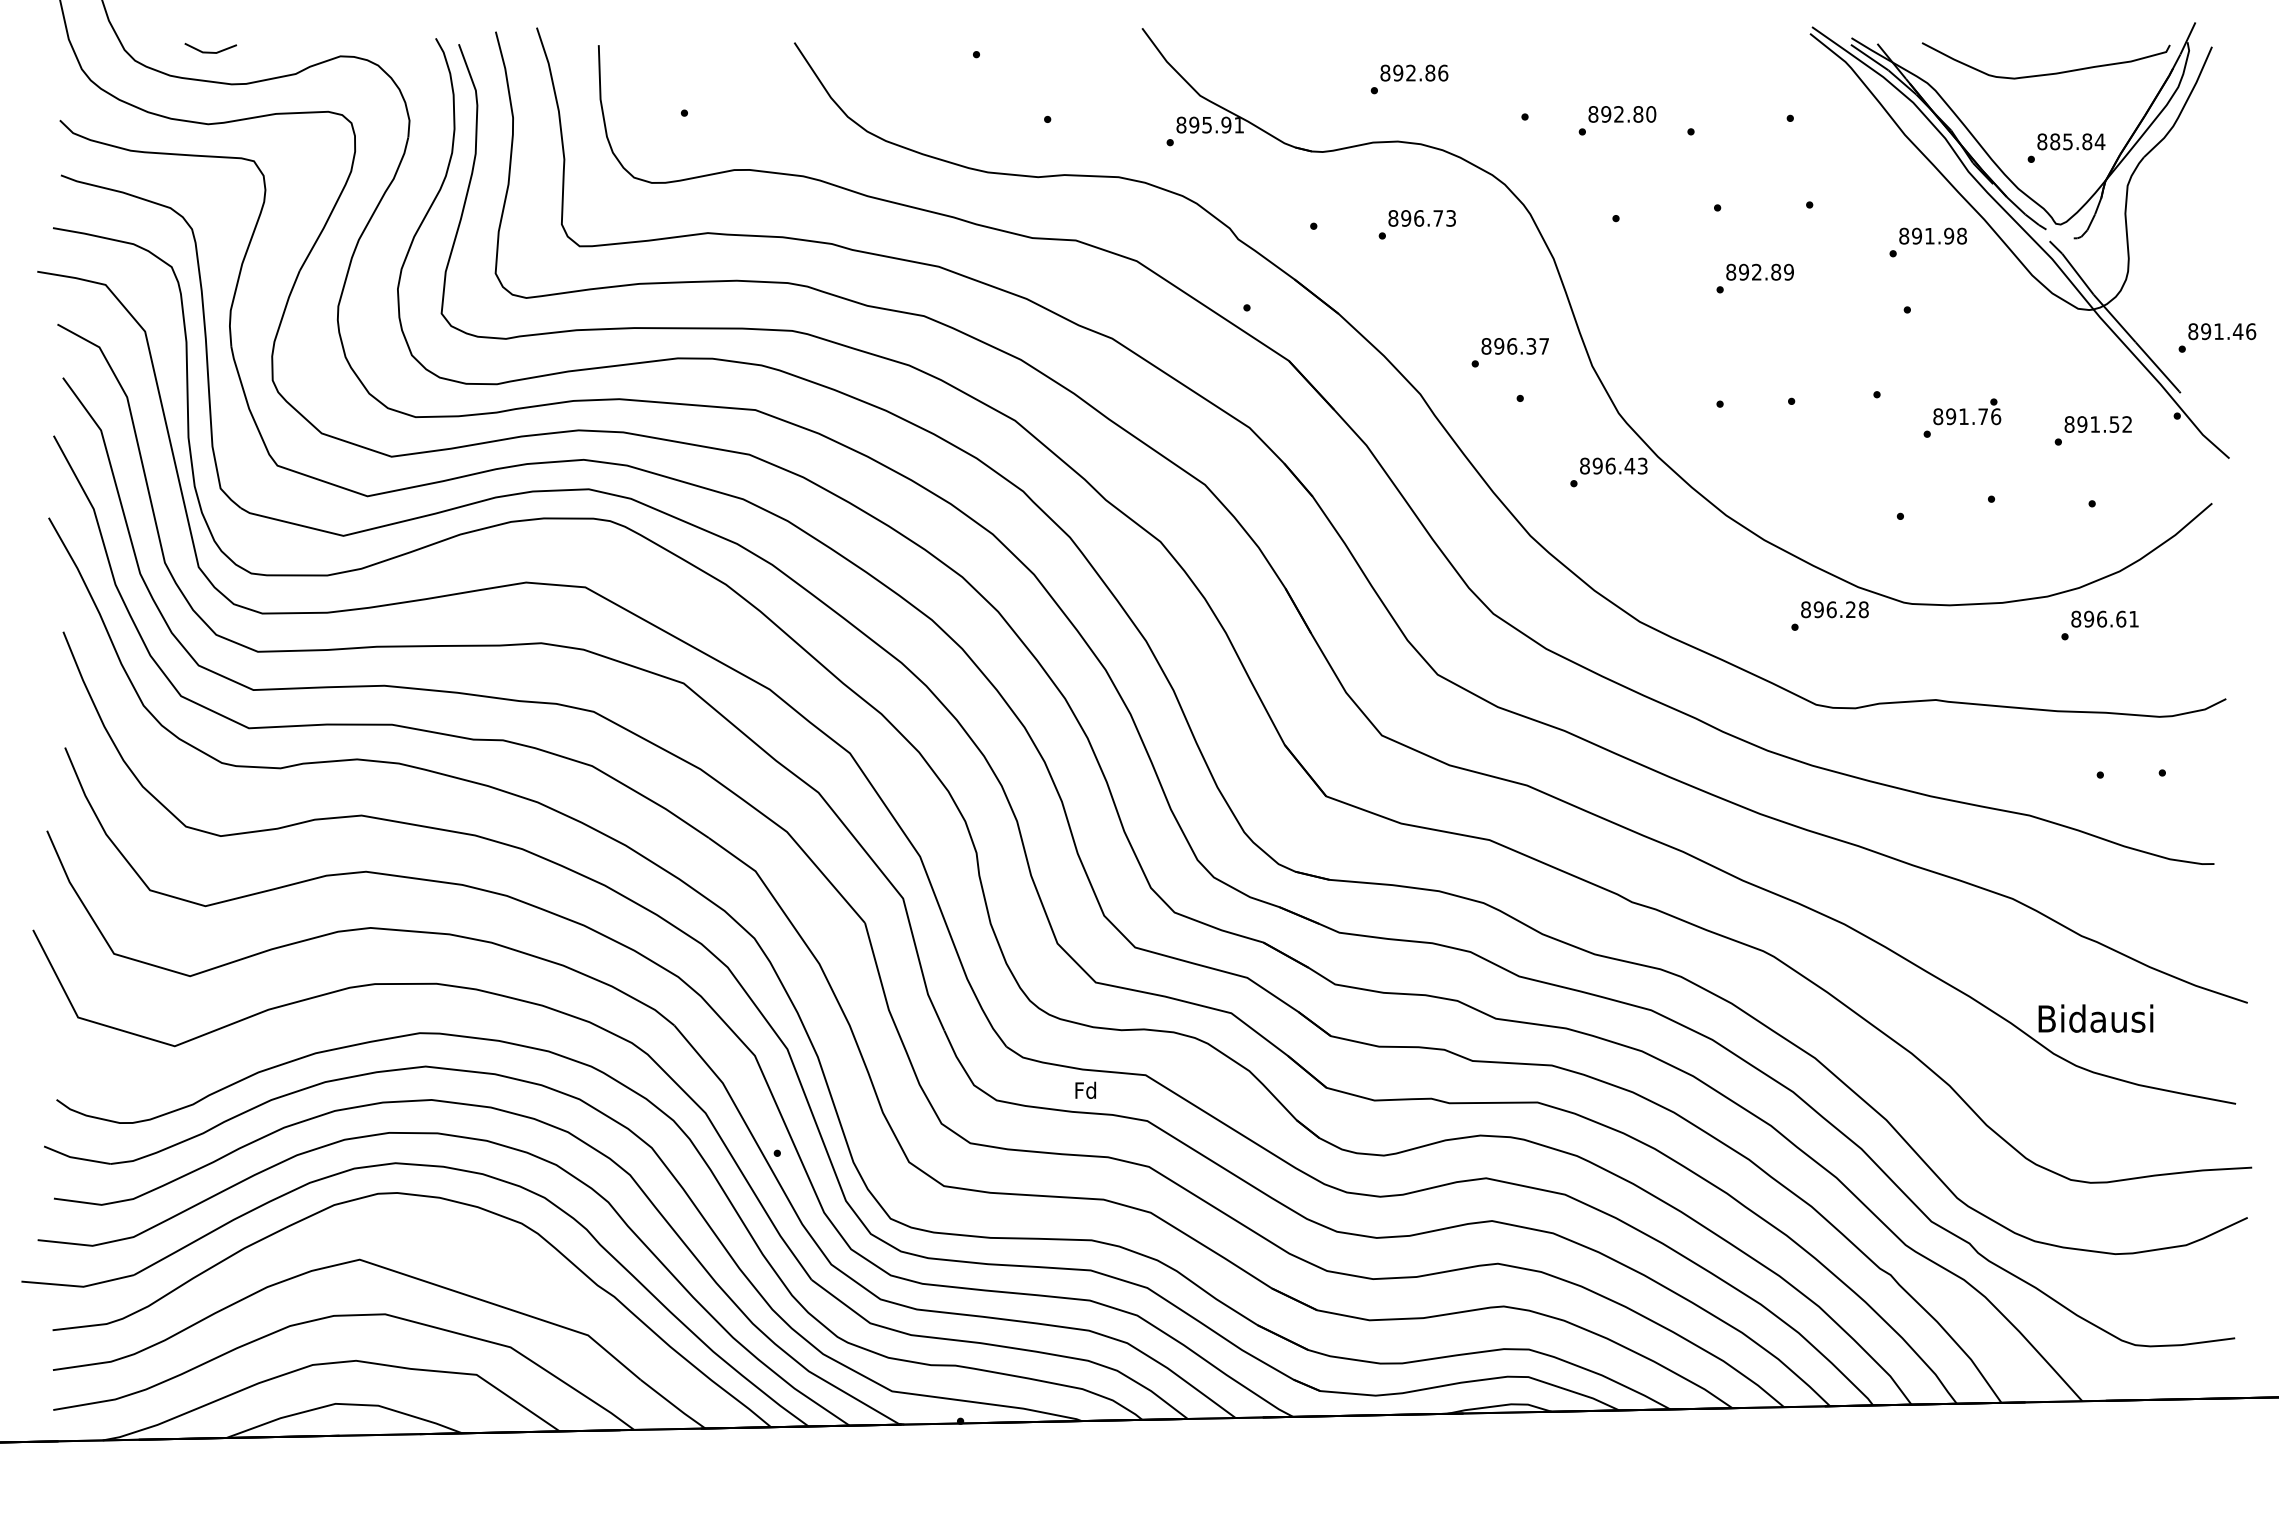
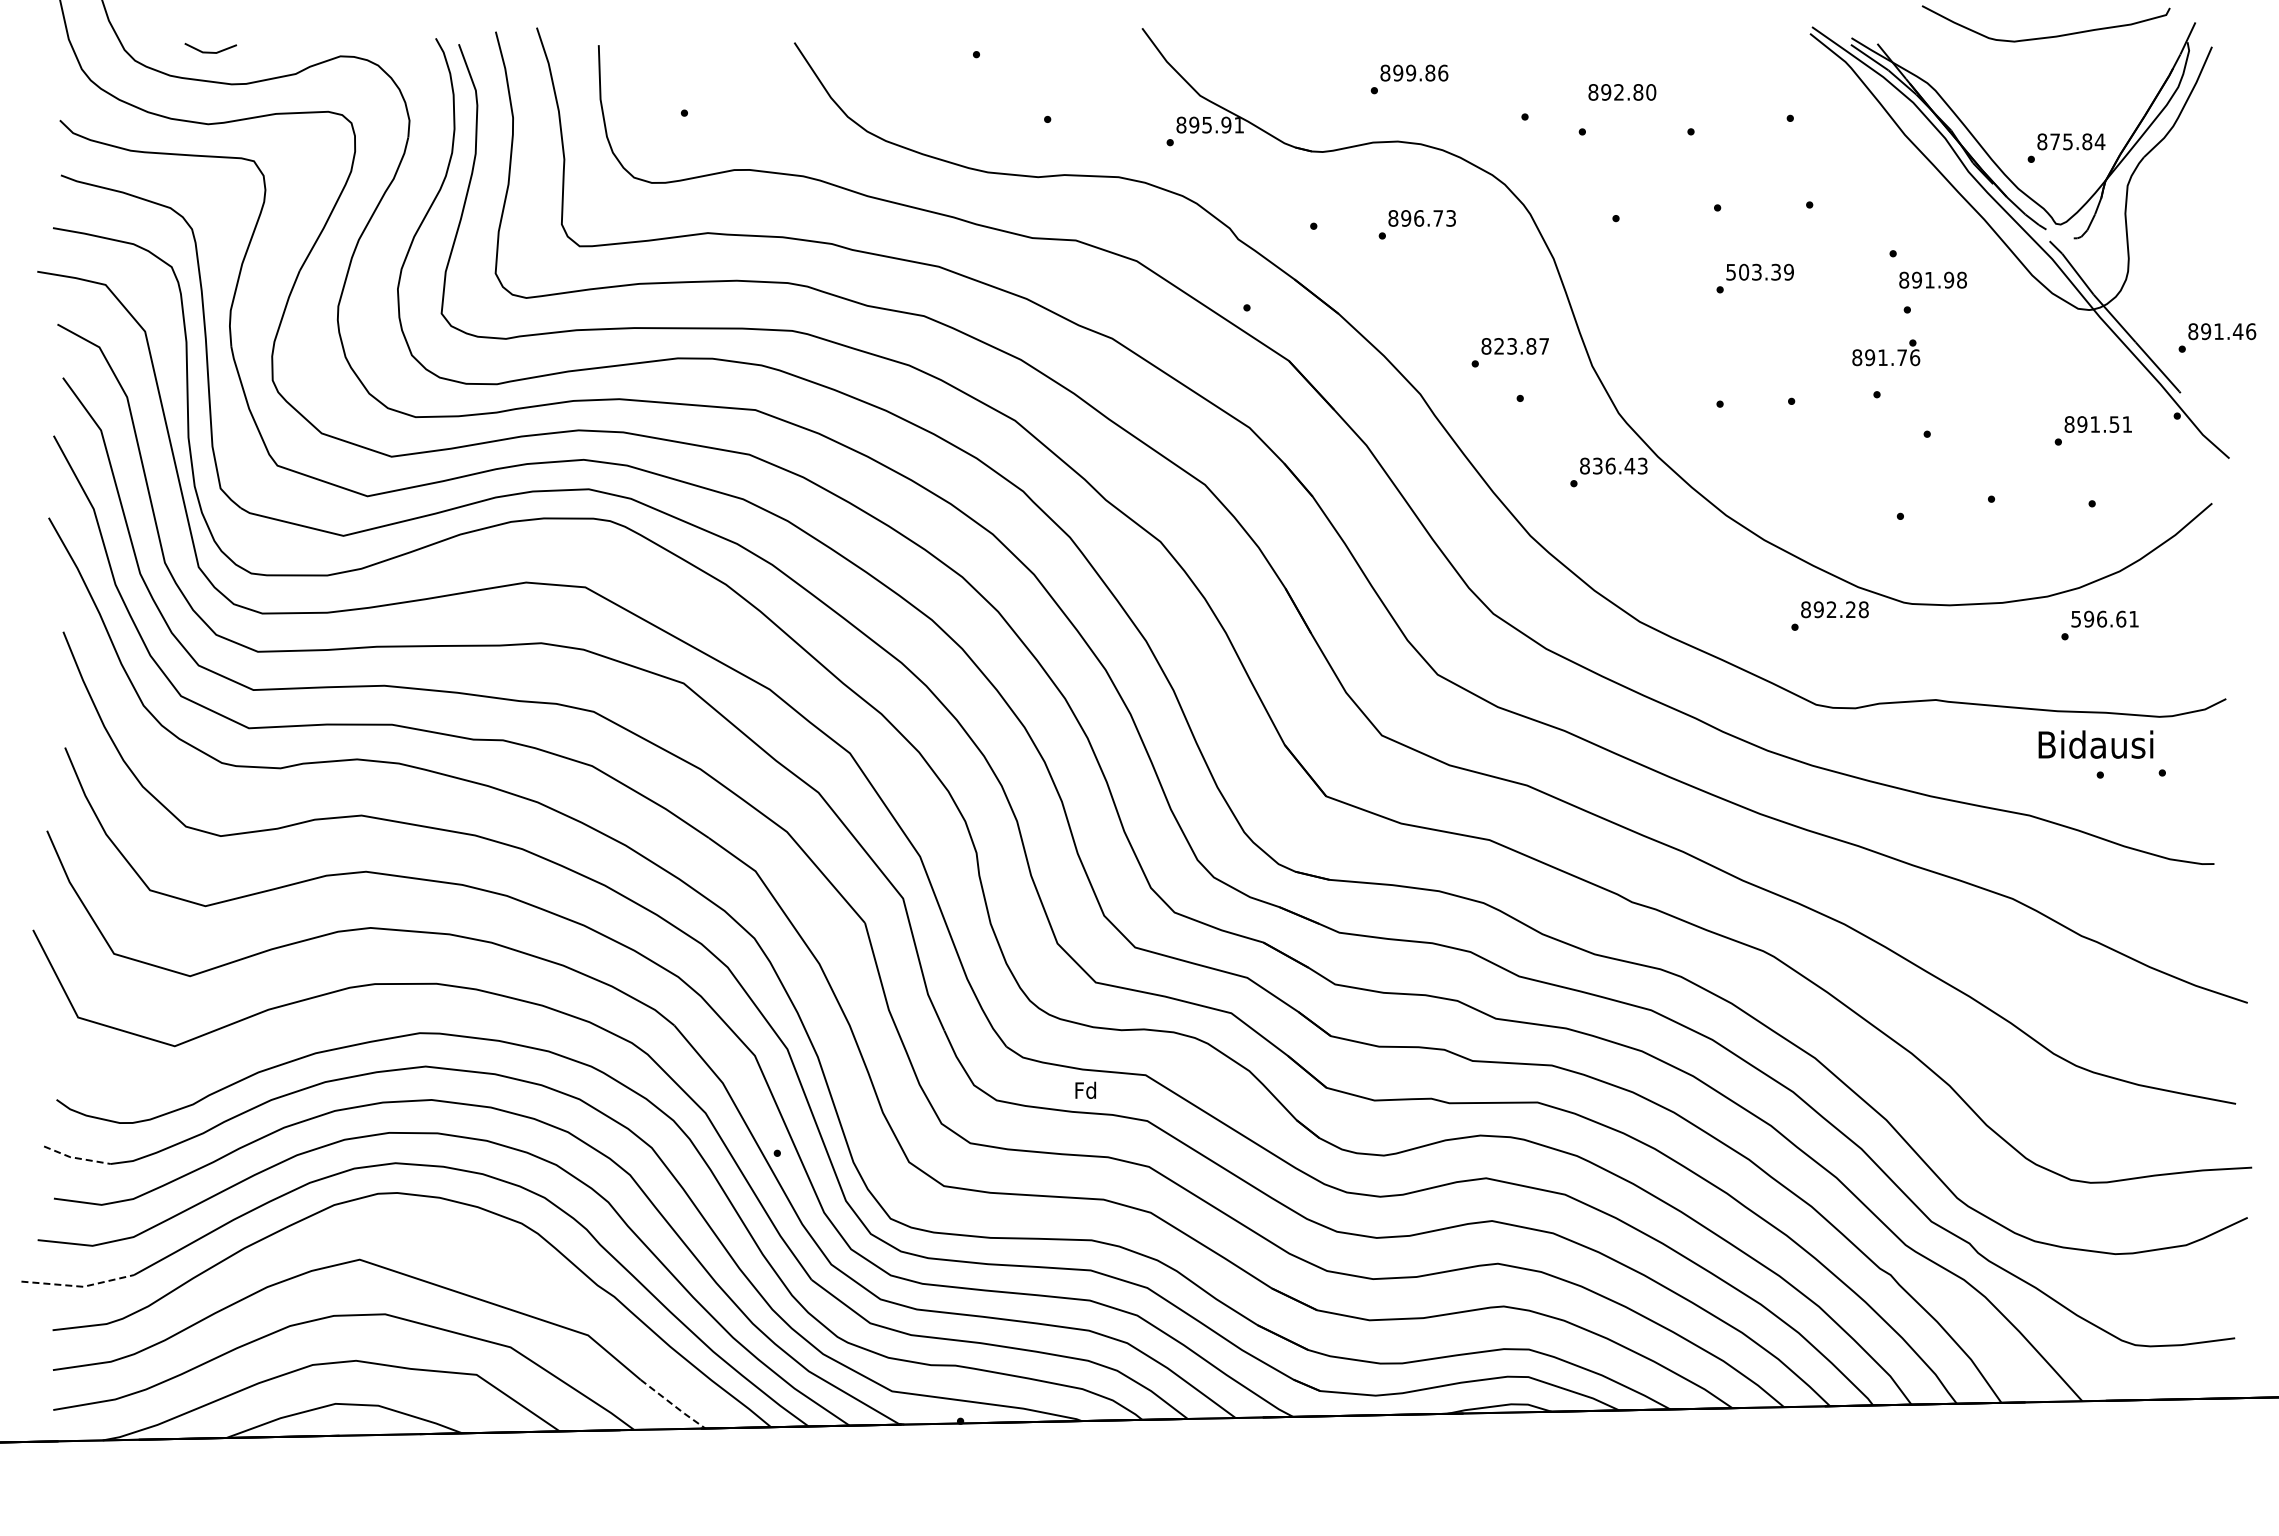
text at (1411, 72): 892.86 -> 899.86
curve at (2046, 73) position: (2046, 73) -> (2046, 36)
text at (1622, 114) position: (1622, 114) -> (1622, 92)
text at (2055, 141): 885.84 -> 875.84
text at (1932, 235) position: (1932, 235) -> (1932, 279)
text at (1753, 271): 892.89 -> 503.39
text at (1515, 346): 896.37 -> 823.87
text at (1967, 411) position: (1967, 411) -> (1886, 352)
text at (2126, 424): 891.52 -> 891.51
text at (1597, 465): 896.43 -> 836.43
text at (1831, 609): 896.28 -> 892.28
text at (2076, 618): 896.61 -> 596.61
text at (2095, 1018) position: (2095, 1018) -> (2095, 744)
line at (75, 1158): solid -> dashed
line at (78, 1286): solid -> dashed
line at (673, 1405): solid -> dashed
